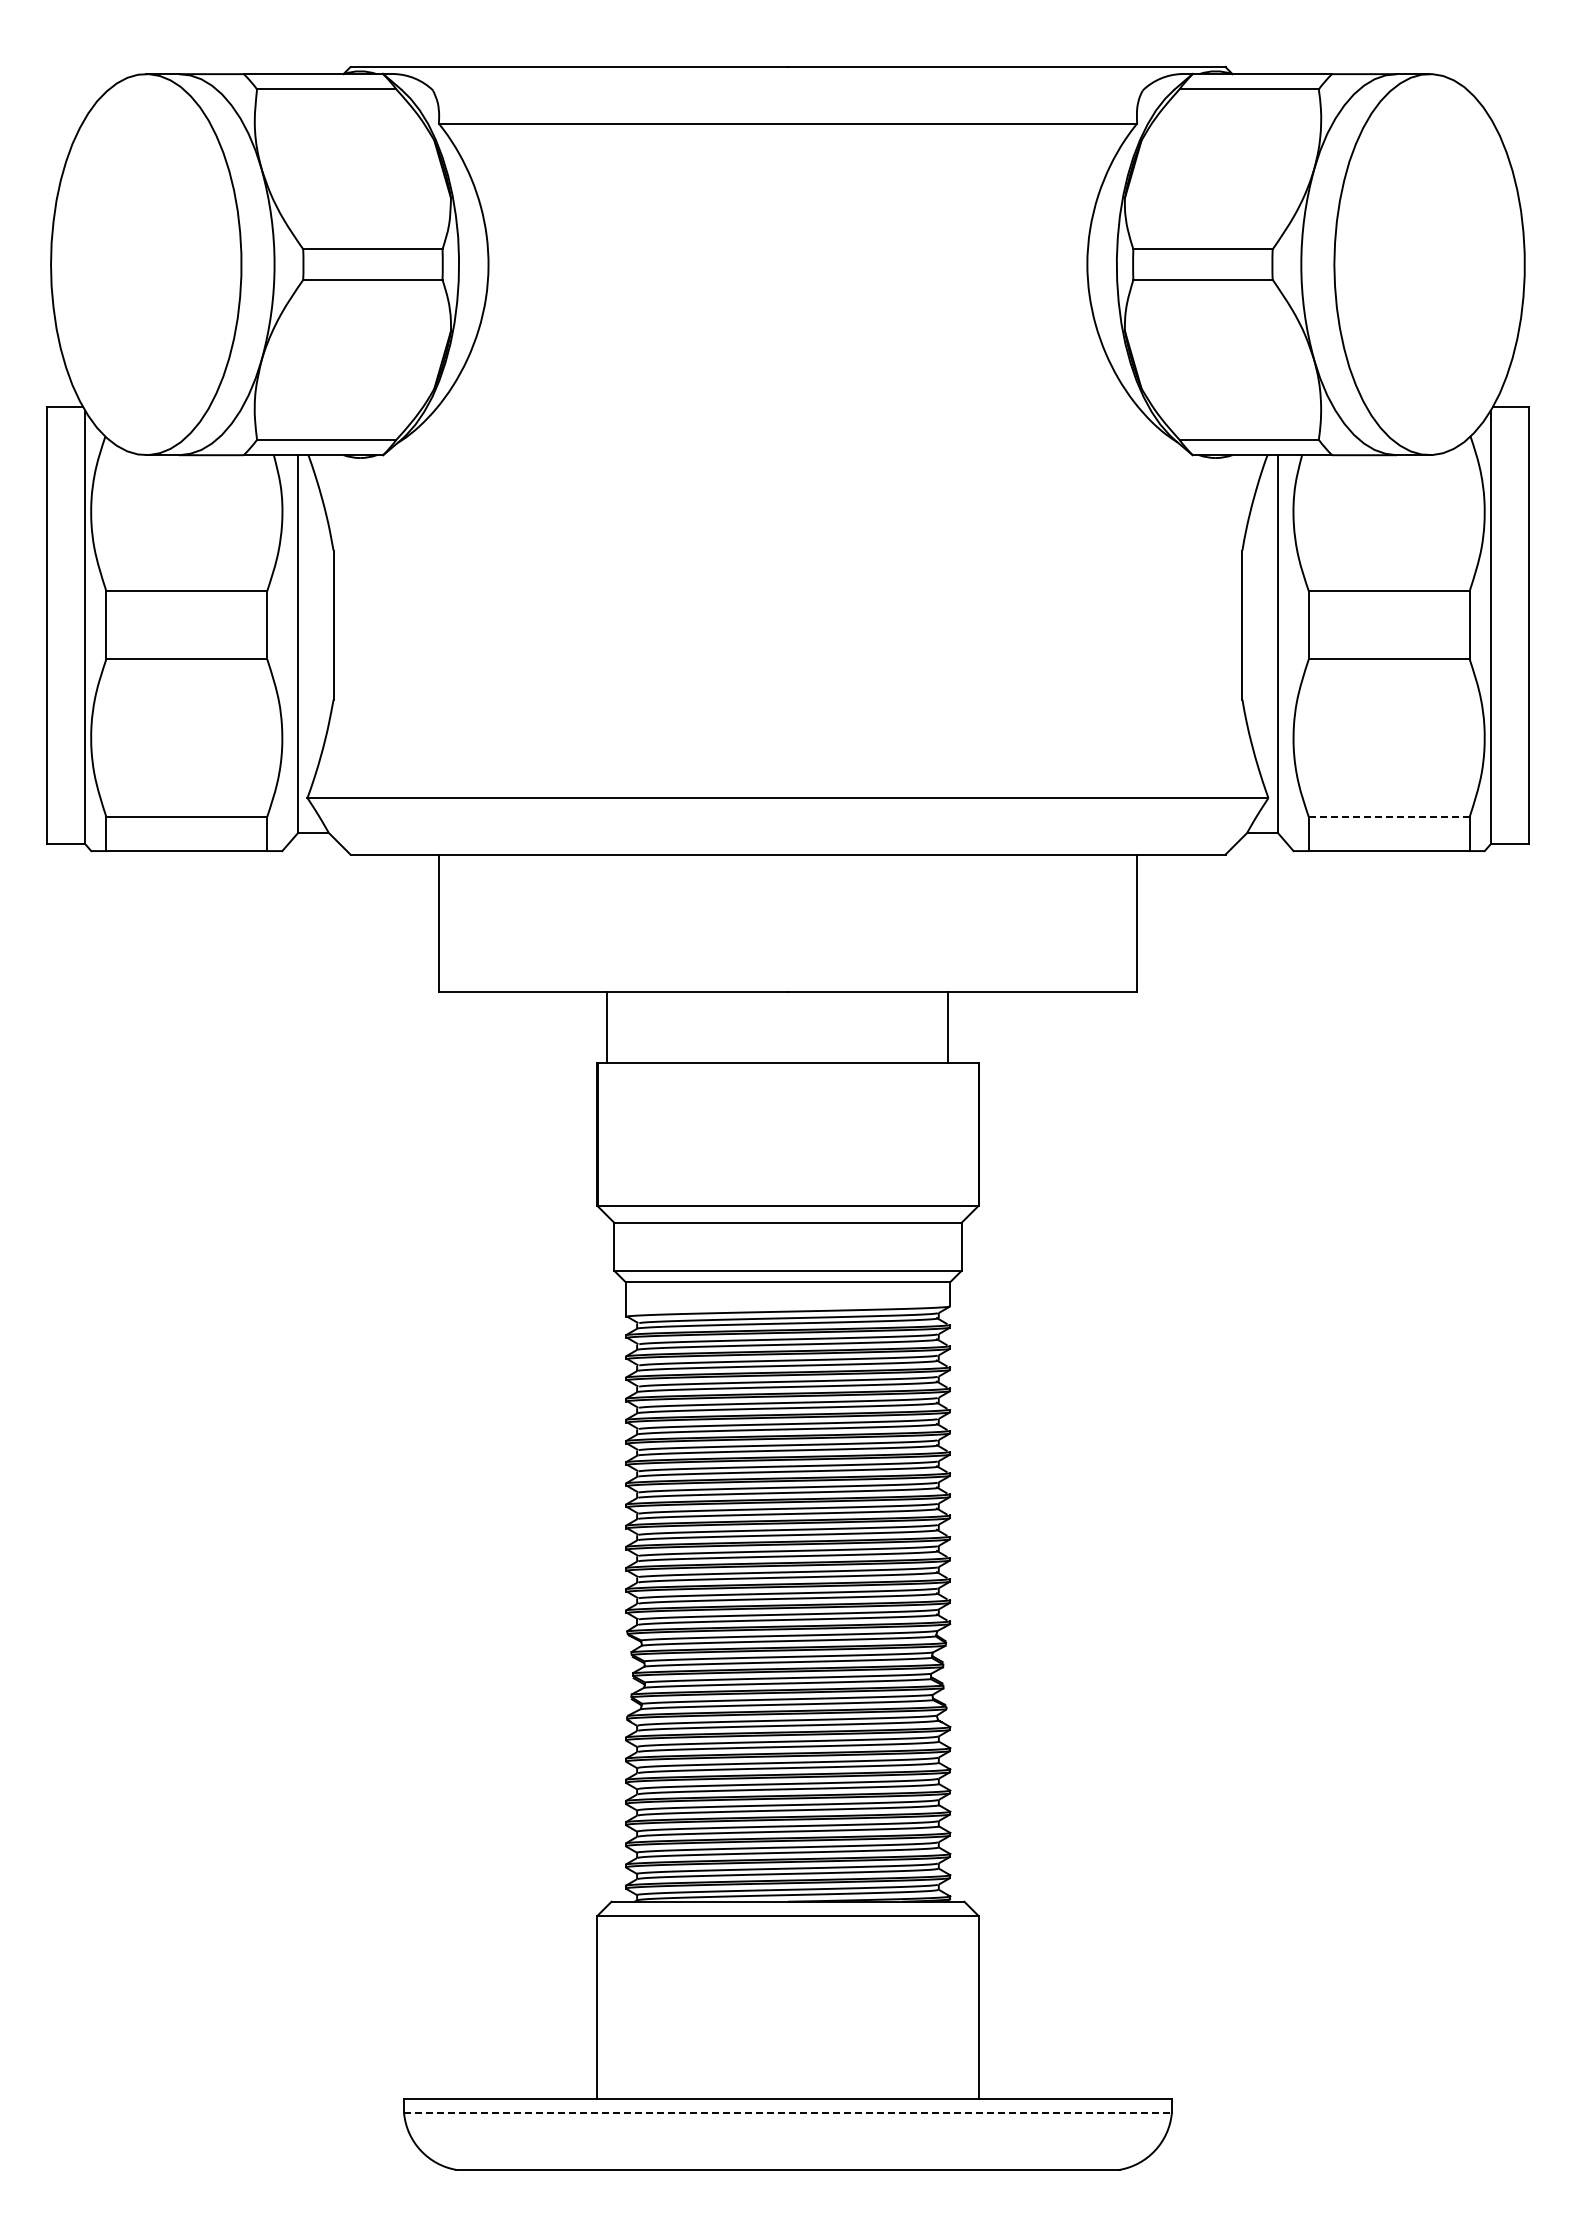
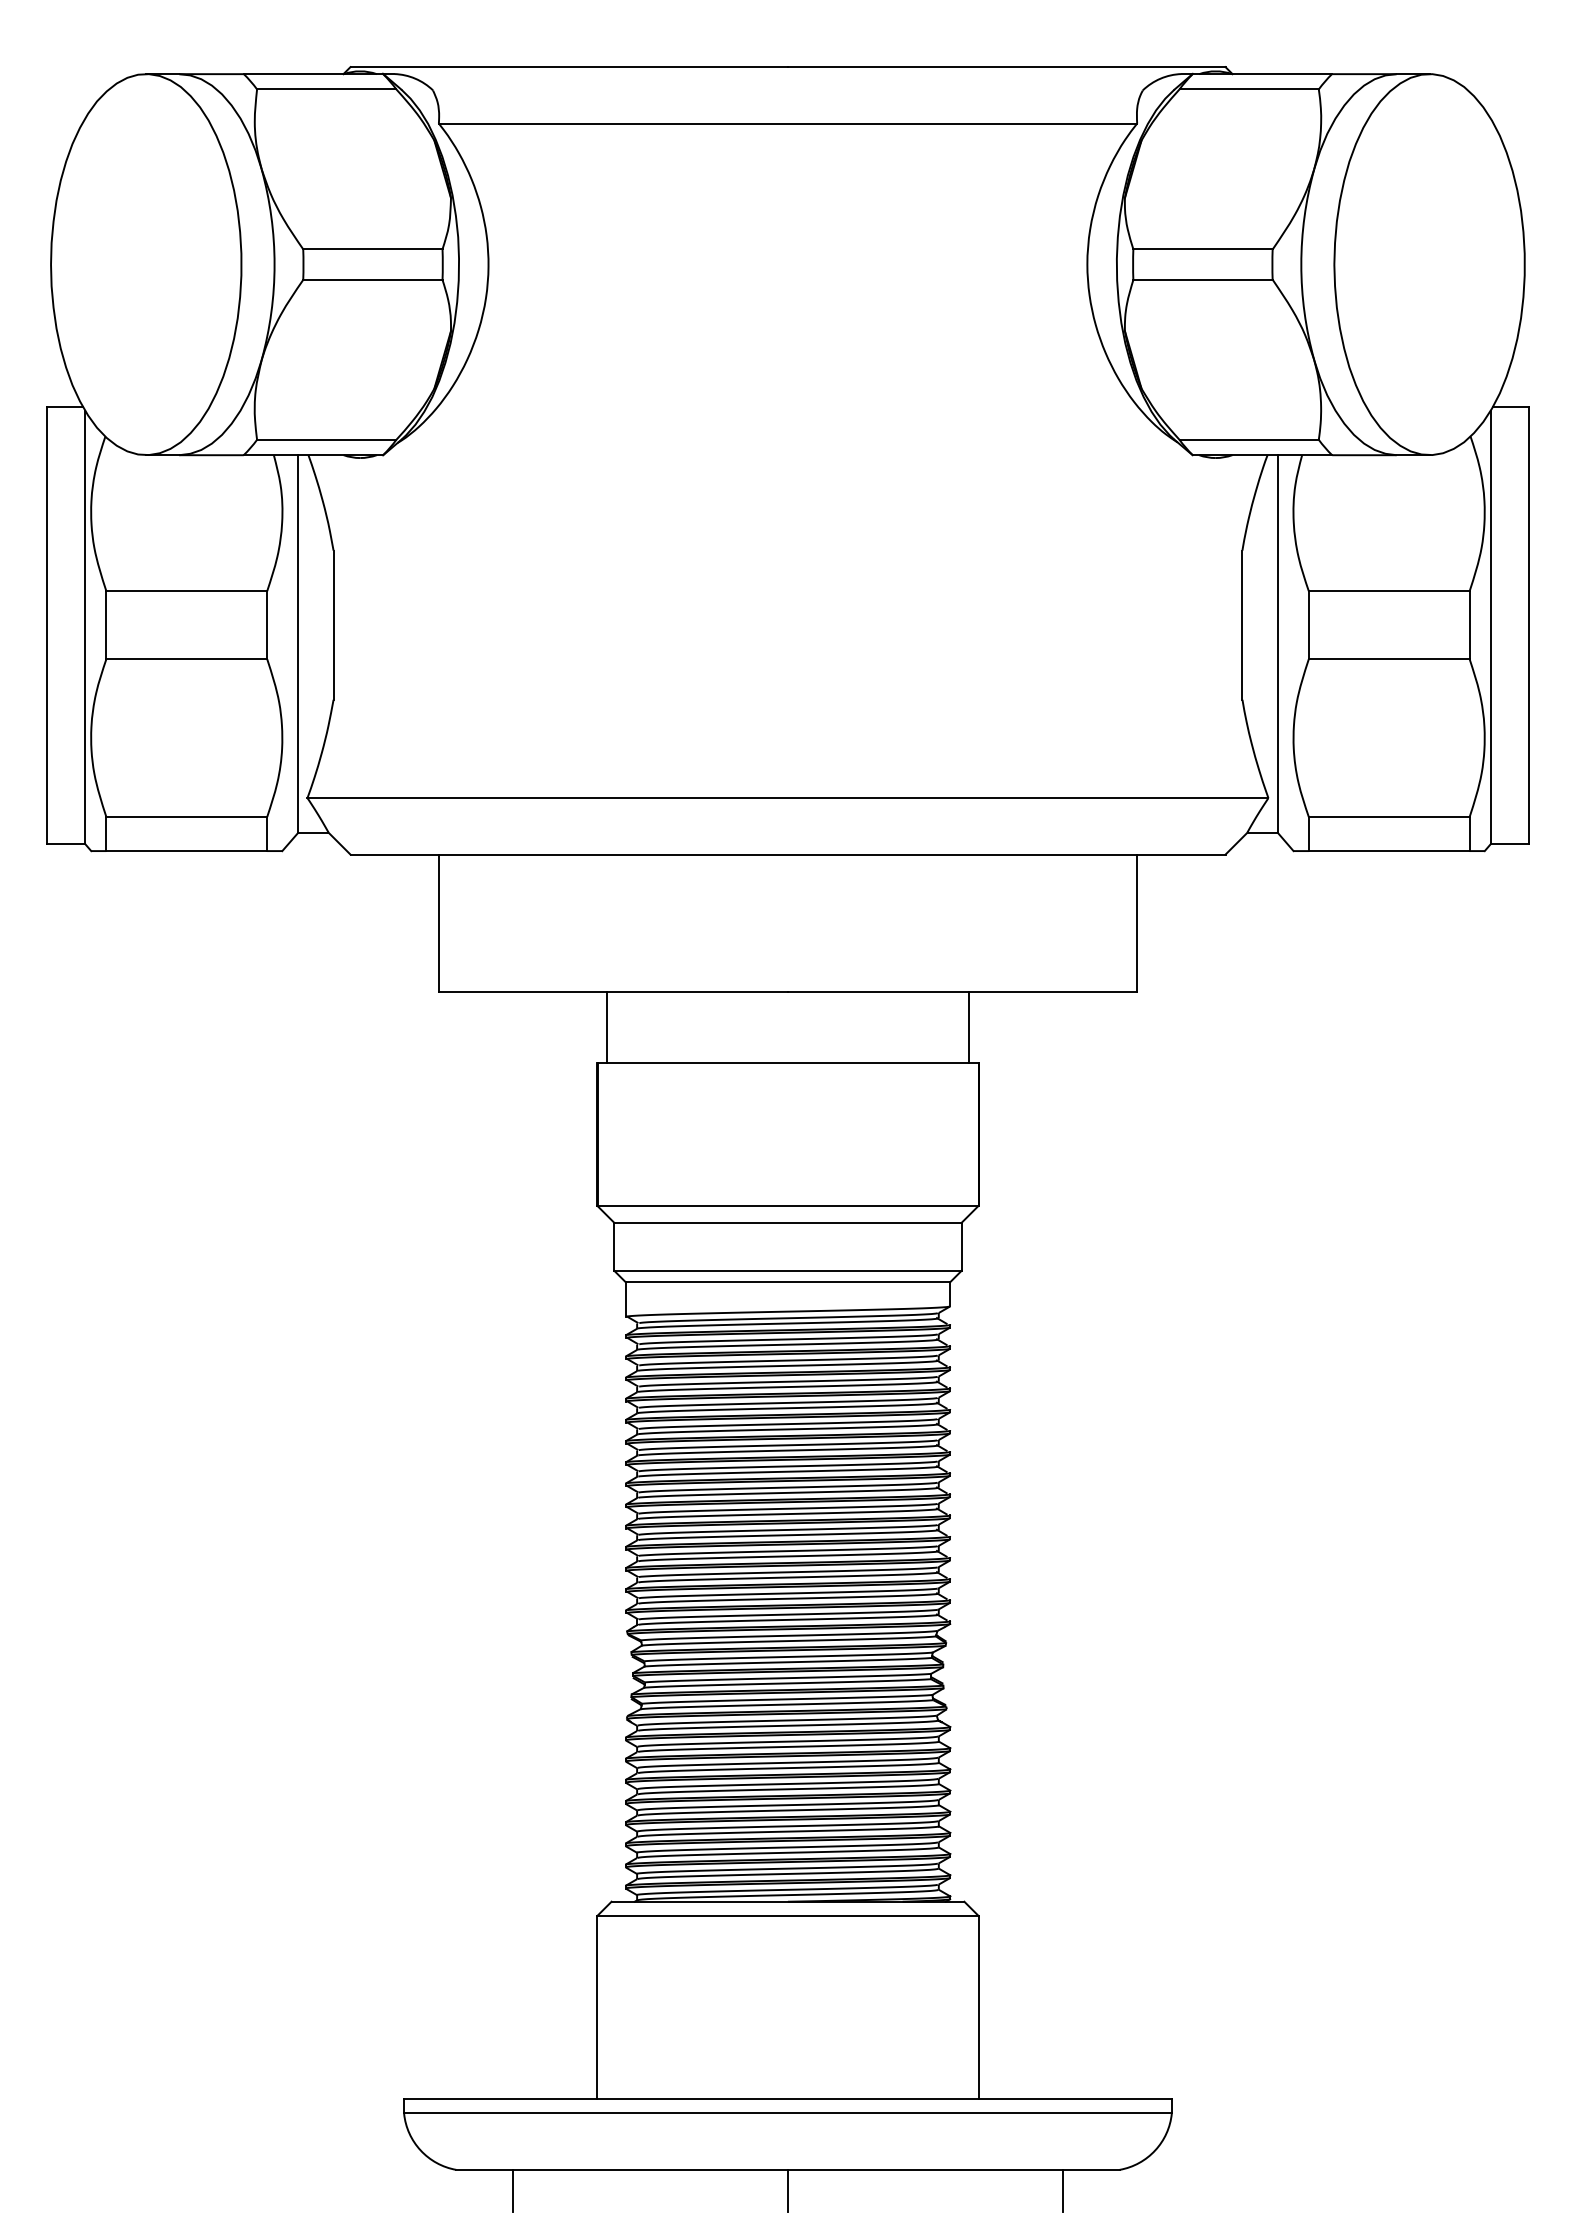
line at (1389, 816): dashed -> solid
line at (948, 1027) position: (948, 1027) -> (969, 1027)
line at (787, 2113): dashed -> solid
line at (512, 2190): none -> present
line at (787, 2190): none -> present
line at (1063, 2190): none -> present
